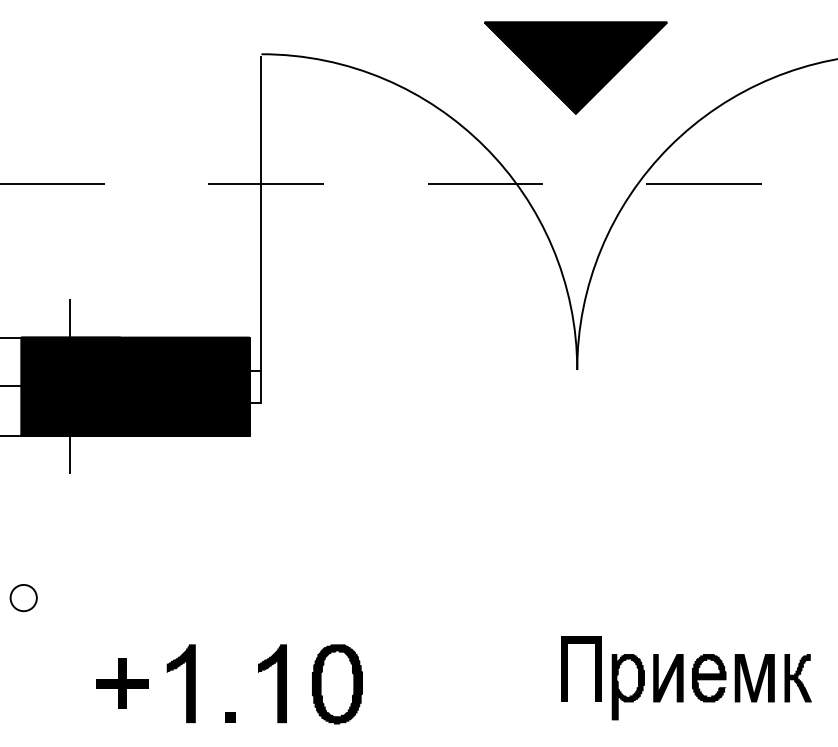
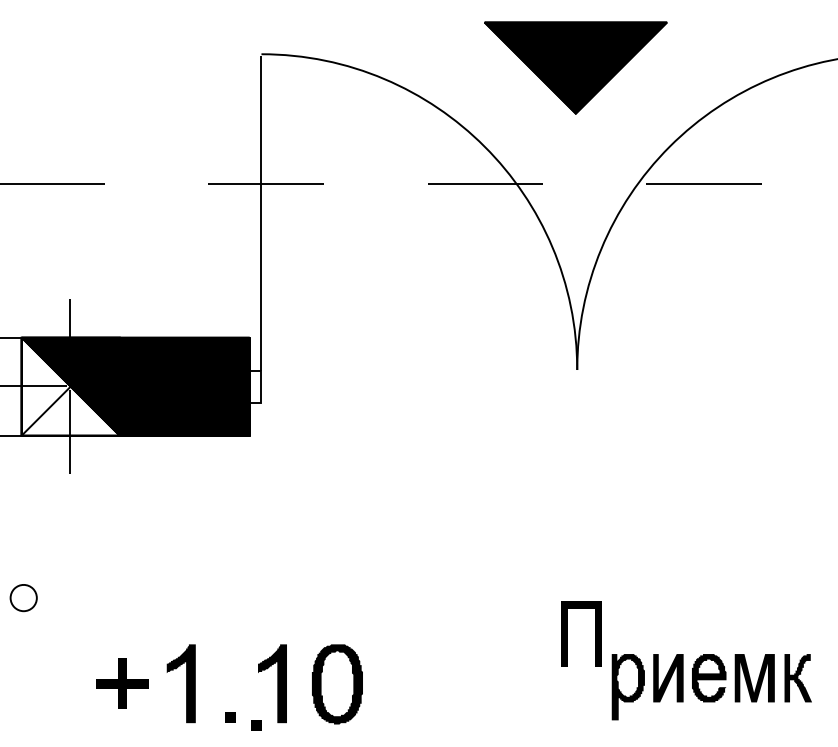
fill at (70, 386): present -> none
part at (567, 668) position: (567, 668) -> (567, 633)
part at (256, 725): none -> present
